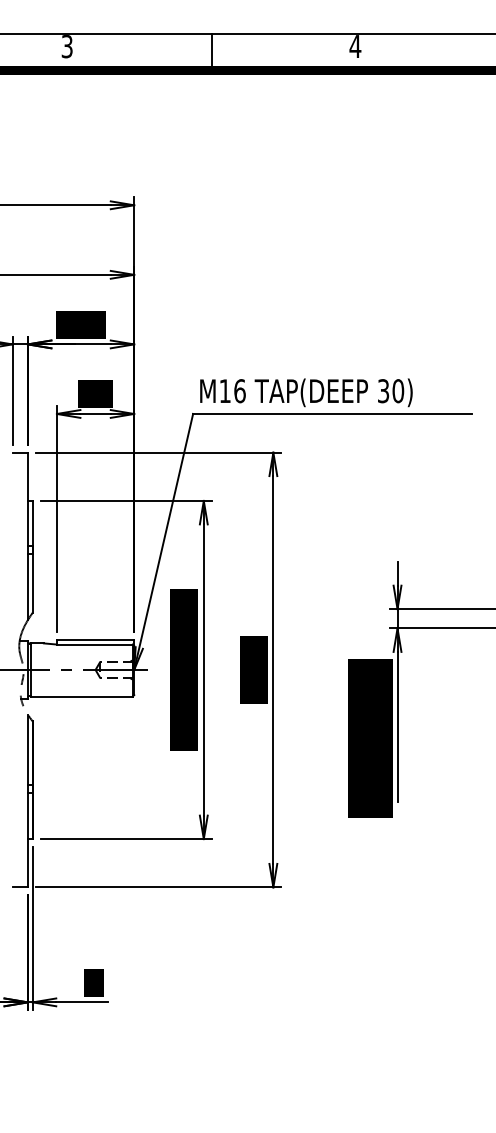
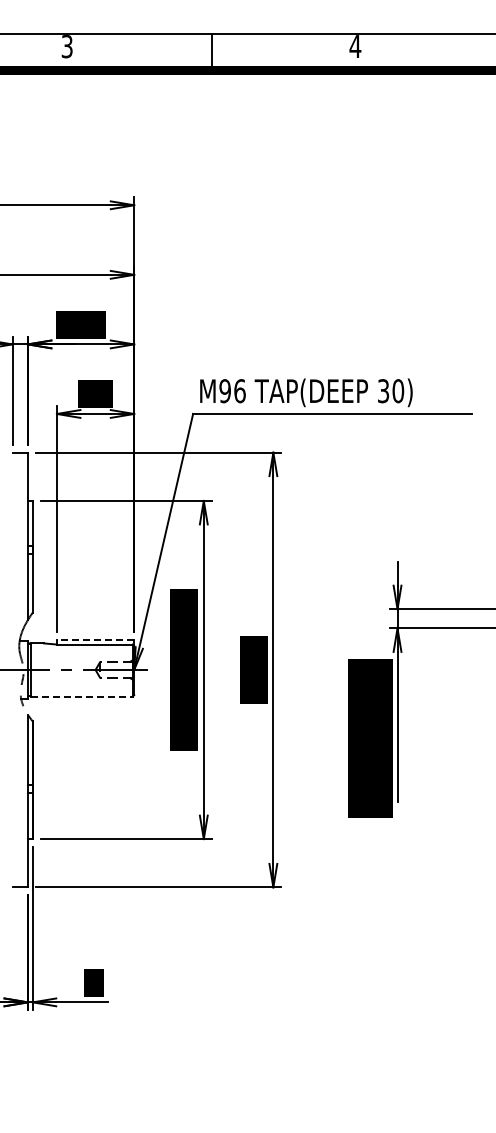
text at (224, 391): M16 -> M96
line at (95, 639): solid -> dashed
line at (81, 696): solid -> dashed
